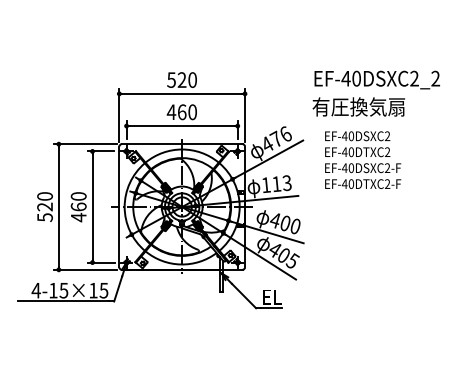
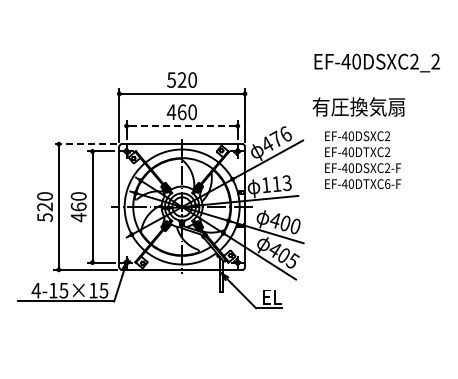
text at (376, 79) position: (376, 79) -> (376, 62)
line at (182, 126): solid -> dashed
line at (84, 144): solid -> dashed
text at (387, 183): EF-40DTXC2-F -> EF-40DTXC6-F
